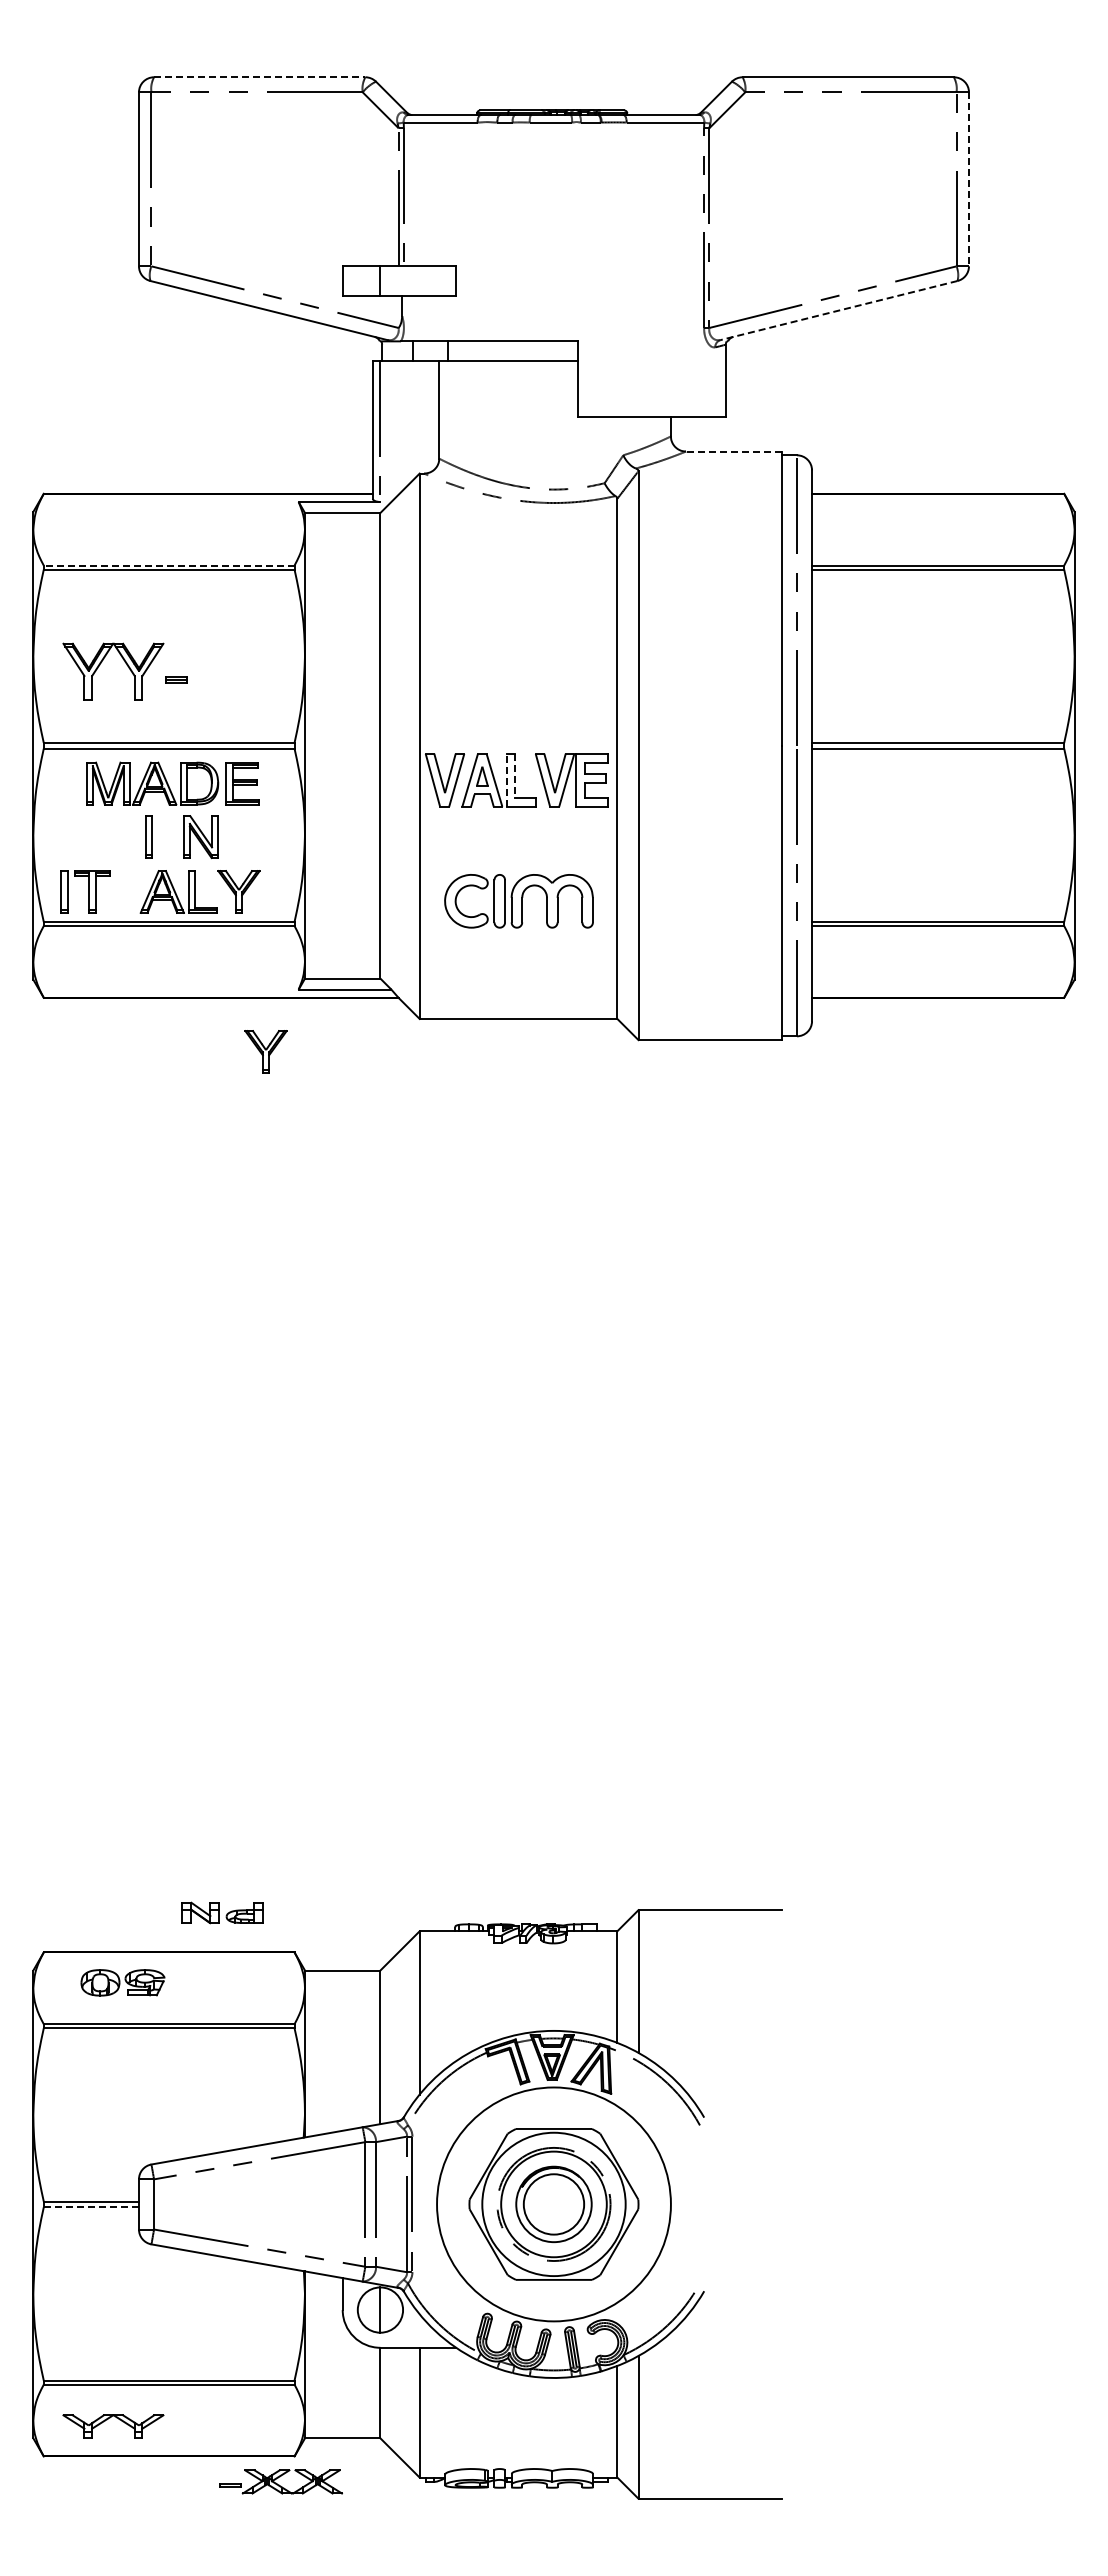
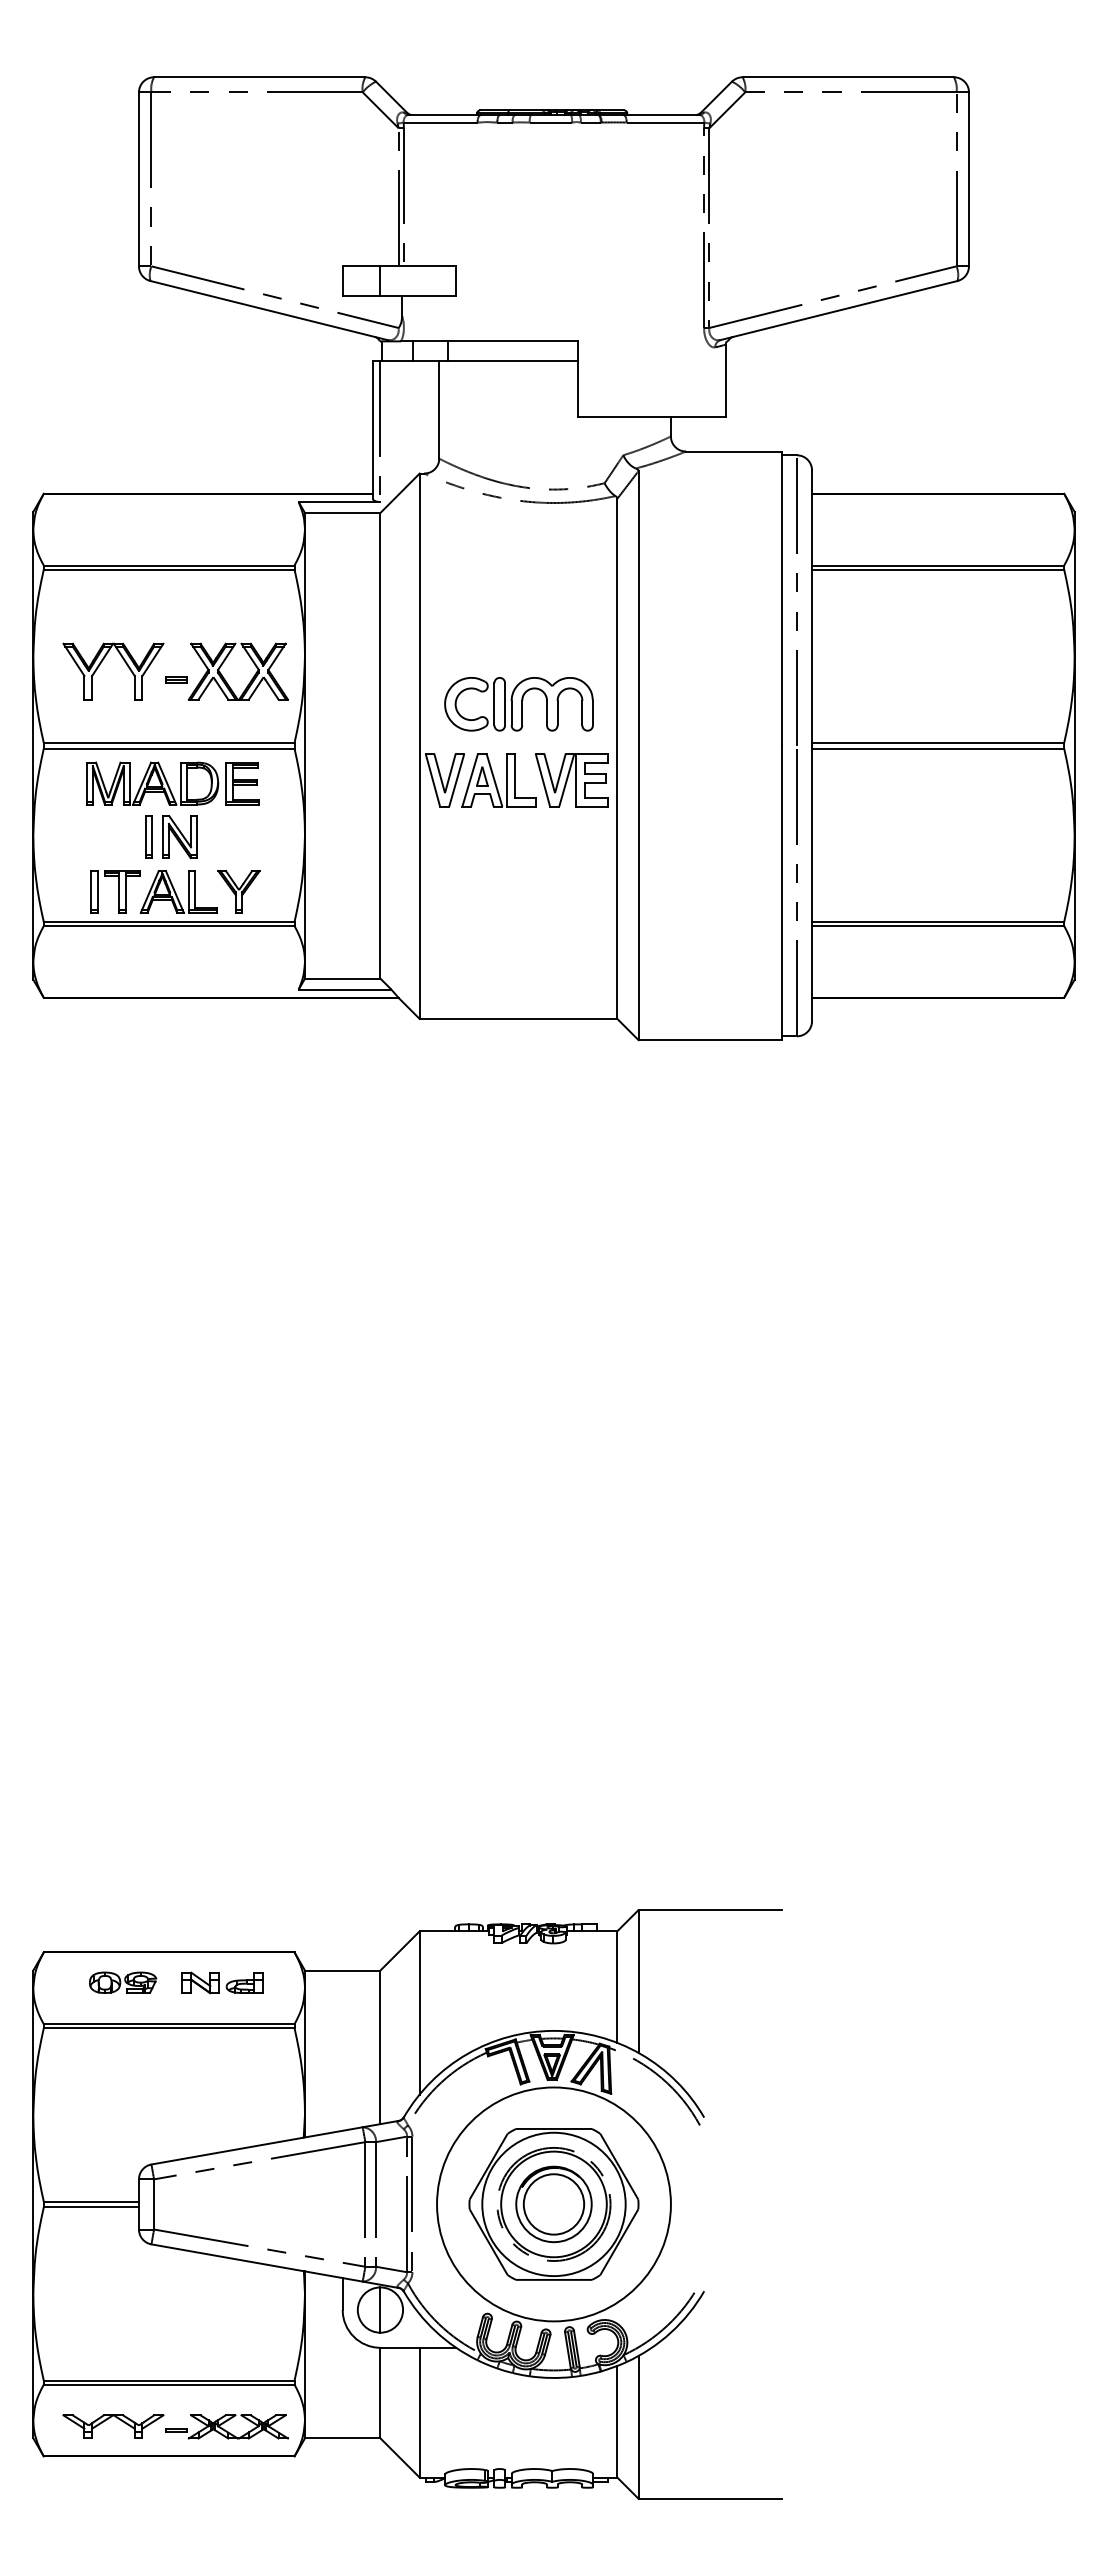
line at (259, 77): dashed -> solid
line at (968, 179): dashed -> solid
line at (838, 310): dashed -> solid
line at (733, 451): dashed -> solid
line at (168, 565): dashed -> solid
part at (226, 680): none -> present
line at (514, 776): dashed -> solid
line at (506, 779): dashed -> solid
part at (200, 837) position: (200, 837) -> (179, 837)
part at (85, 891) position: (85, 891) -> (115, 891)
part at (518, 901) position: (518, 901) -> (518, 704)
part at (265, 1051): present -> none
part at (222, 1912) position: (222, 1912) -> (222, 1982)
part at (122, 1982) size: 86x28 px -> 69x23 px
line at (91, 2207): dashed -> solid
part at (280, 2481) position: (280, 2481) -> (226, 2426)
